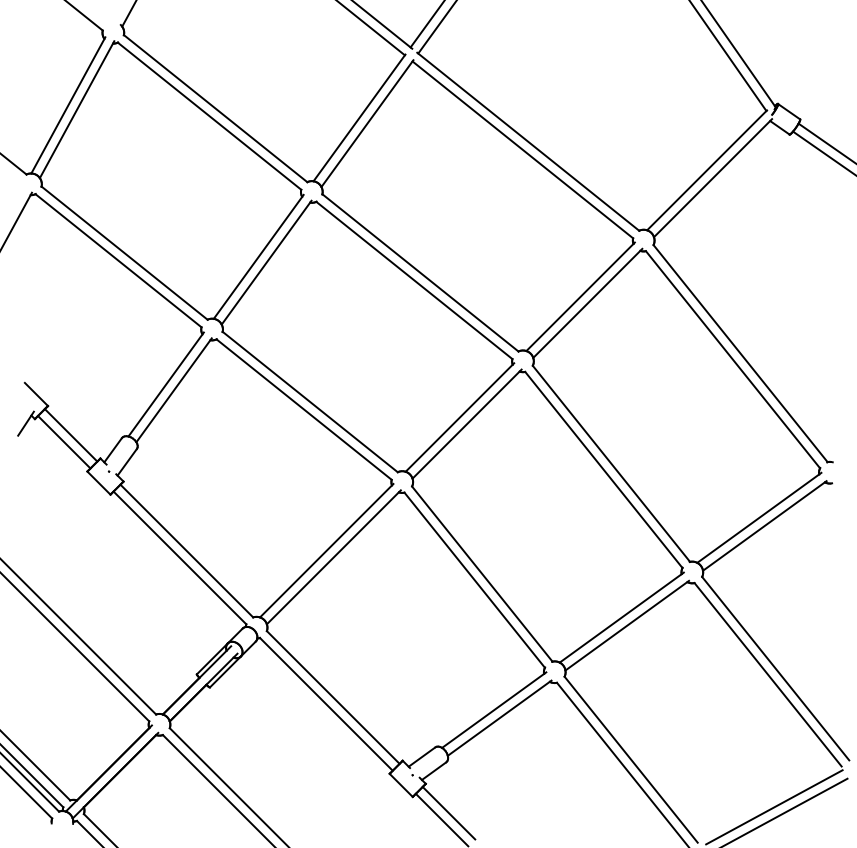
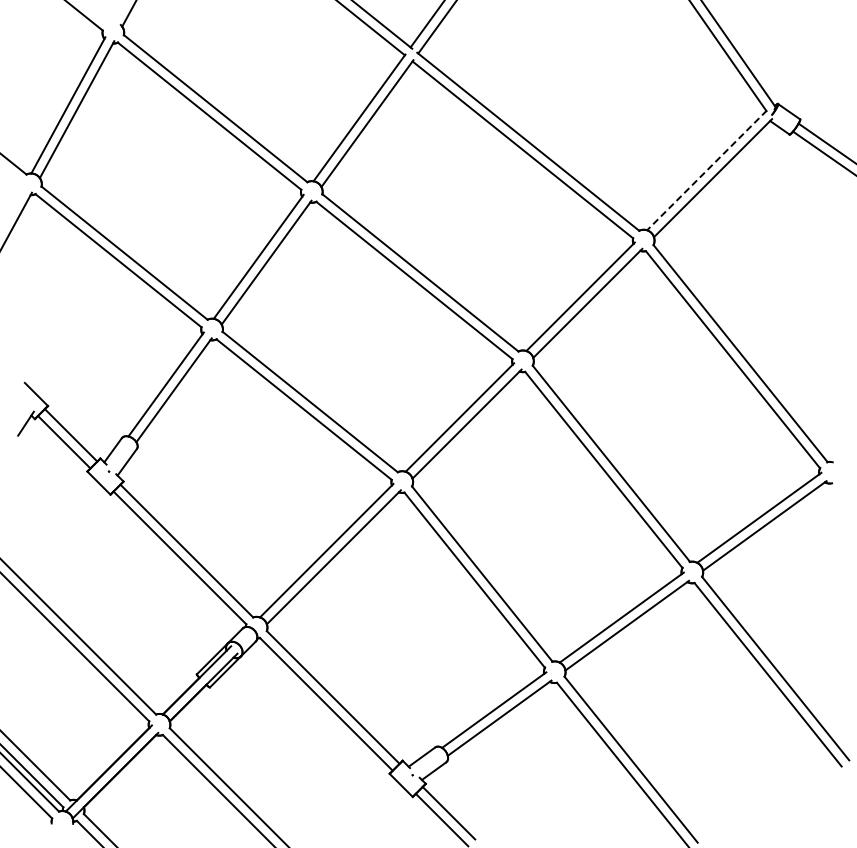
line at (707, 170): solid -> dashed
line at (774, 807): present -> none
line at (786, 811): present -> none
